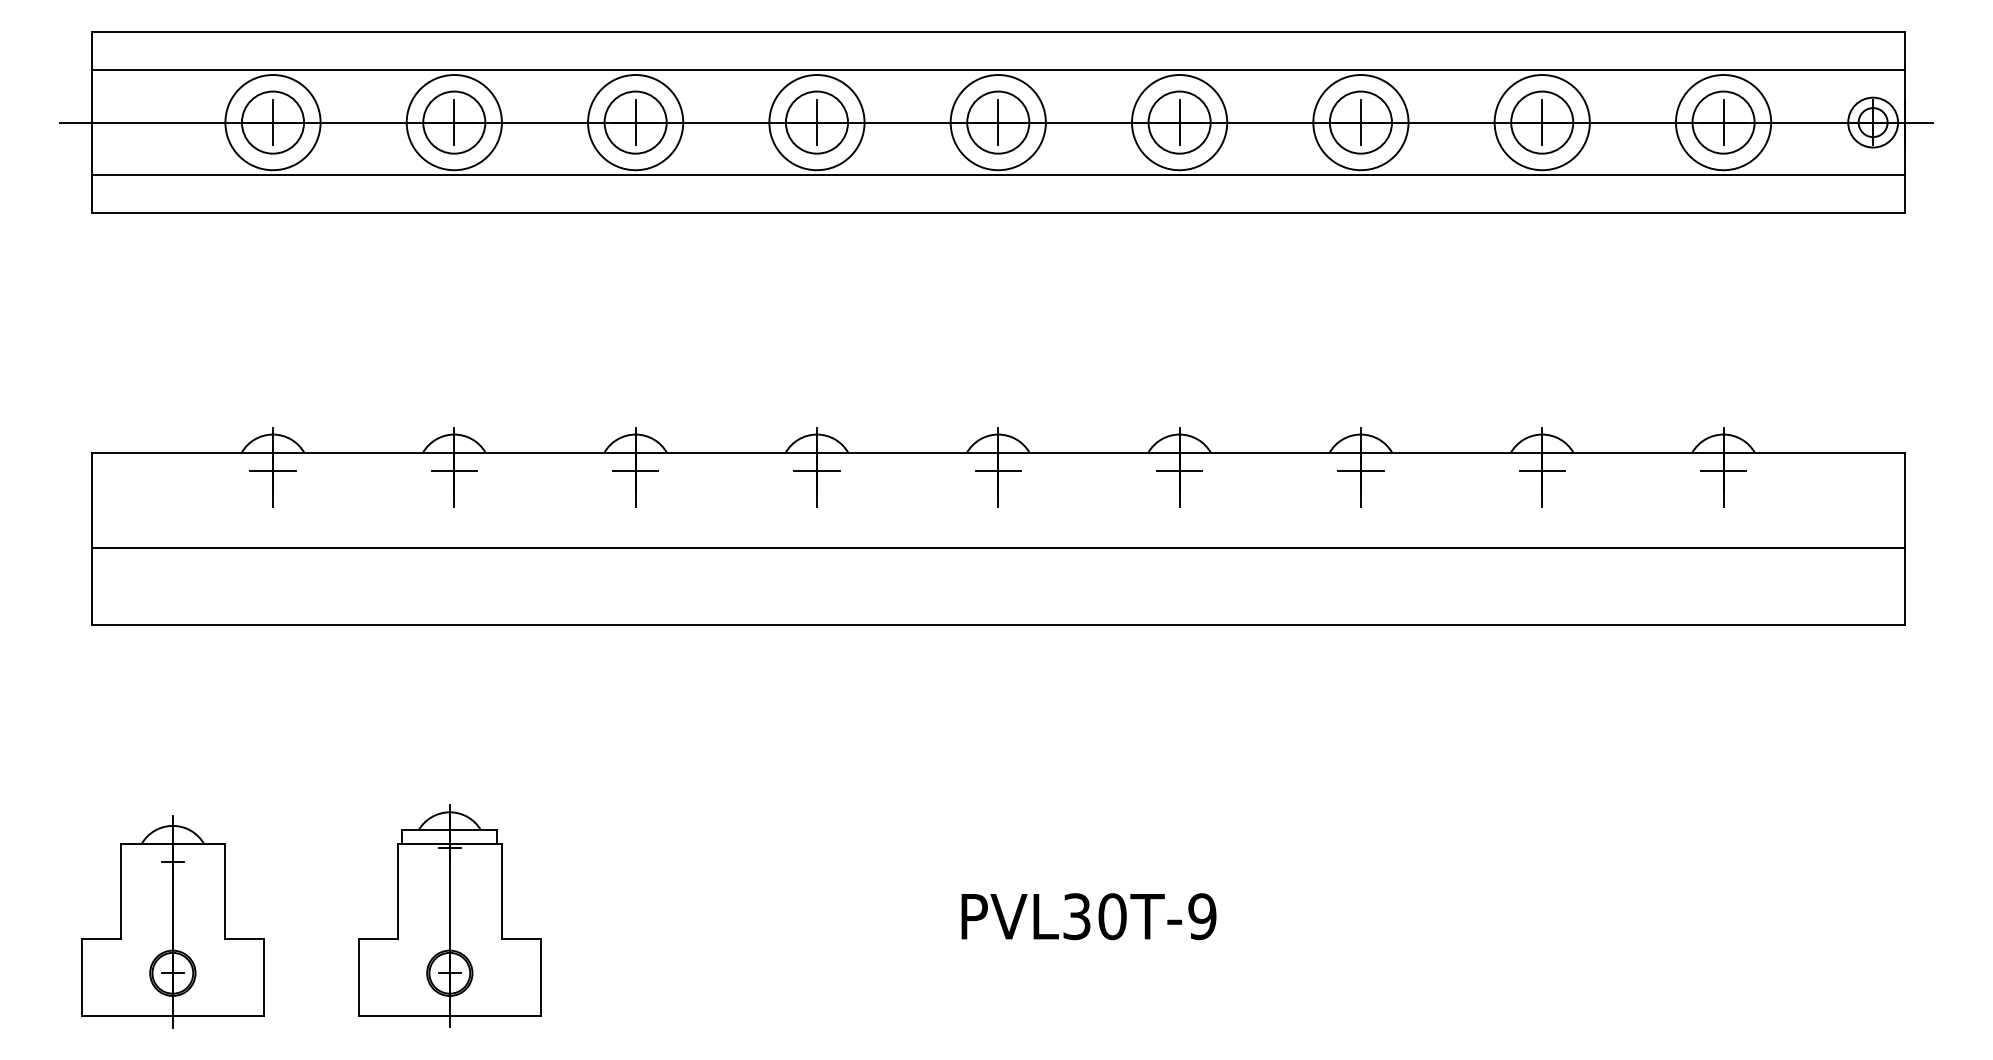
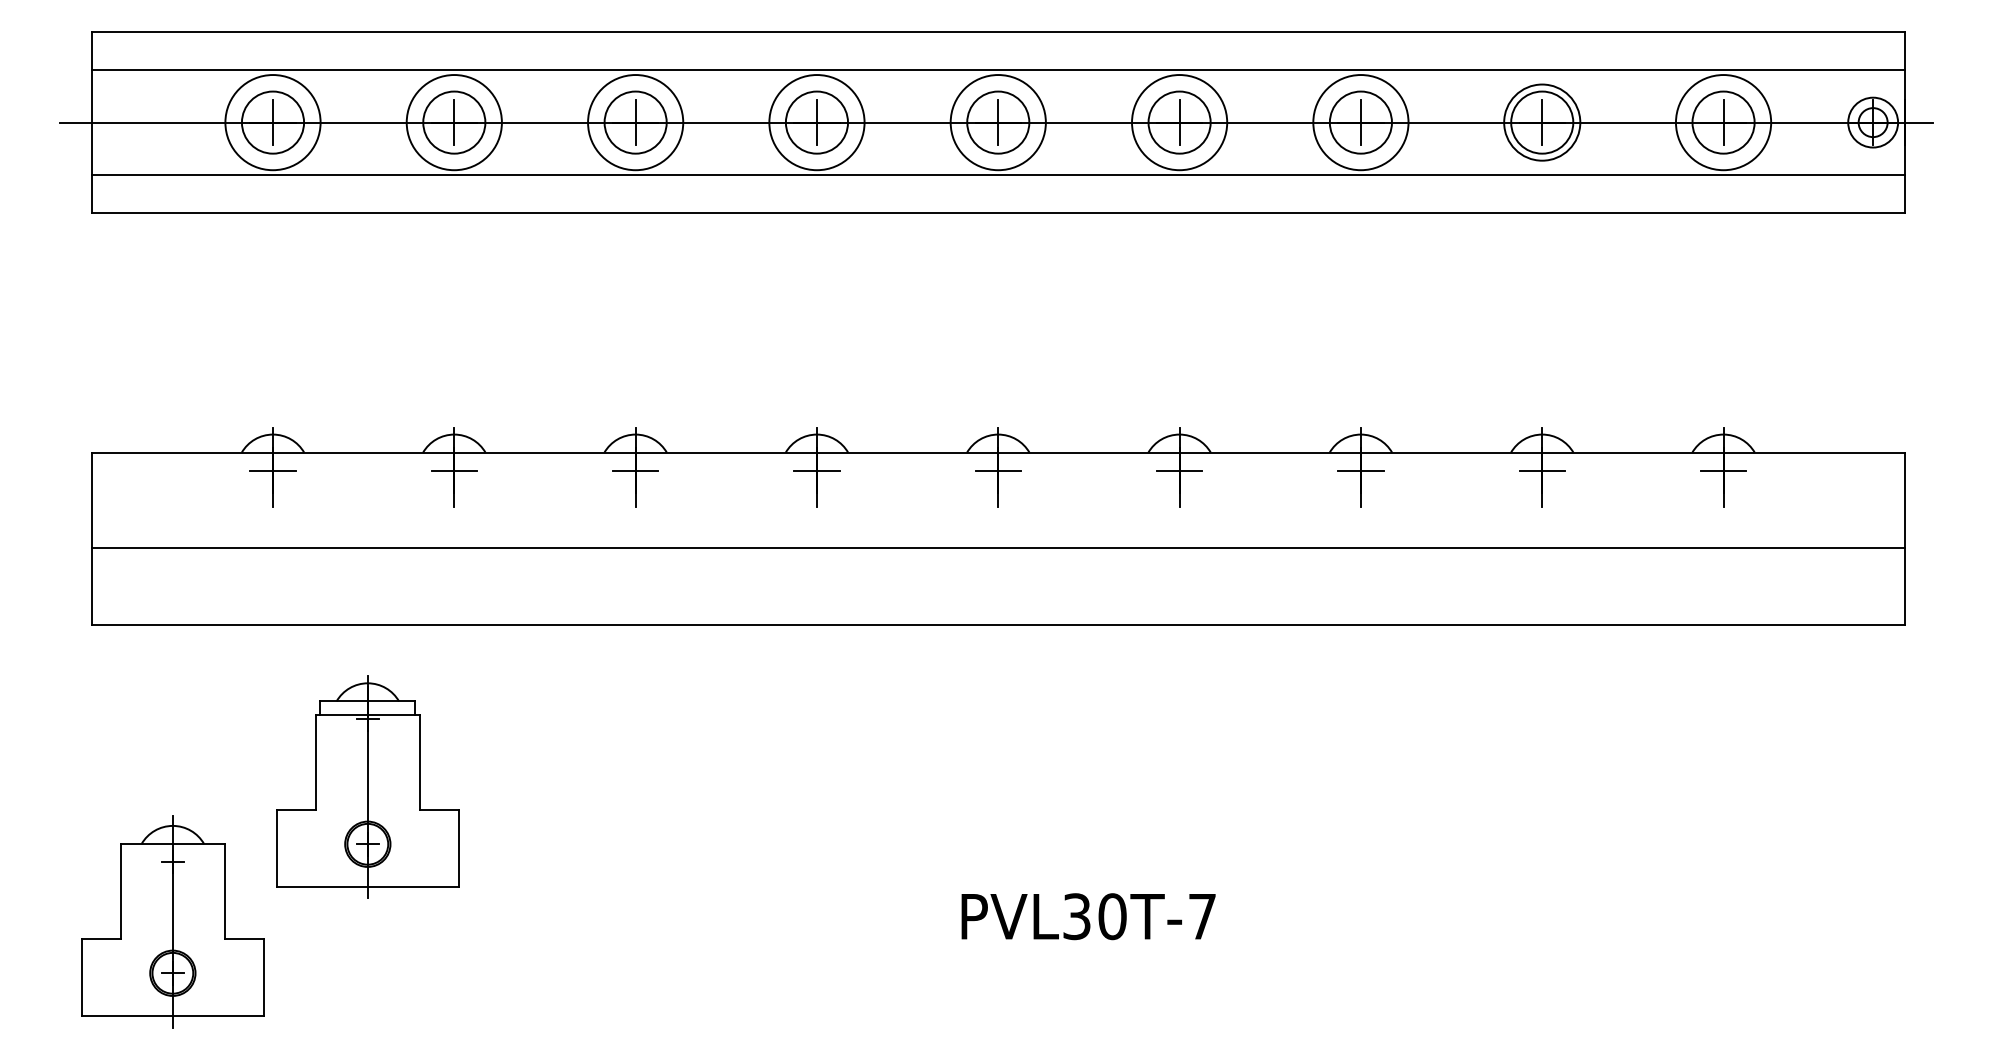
circle at (1541, 122) diameter: 95 px -> 76 px
part at (449, 915) position: (449, 915) -> (367, 786)
text at (1202, 916): PVL30T-9 -> PVL30T-7
